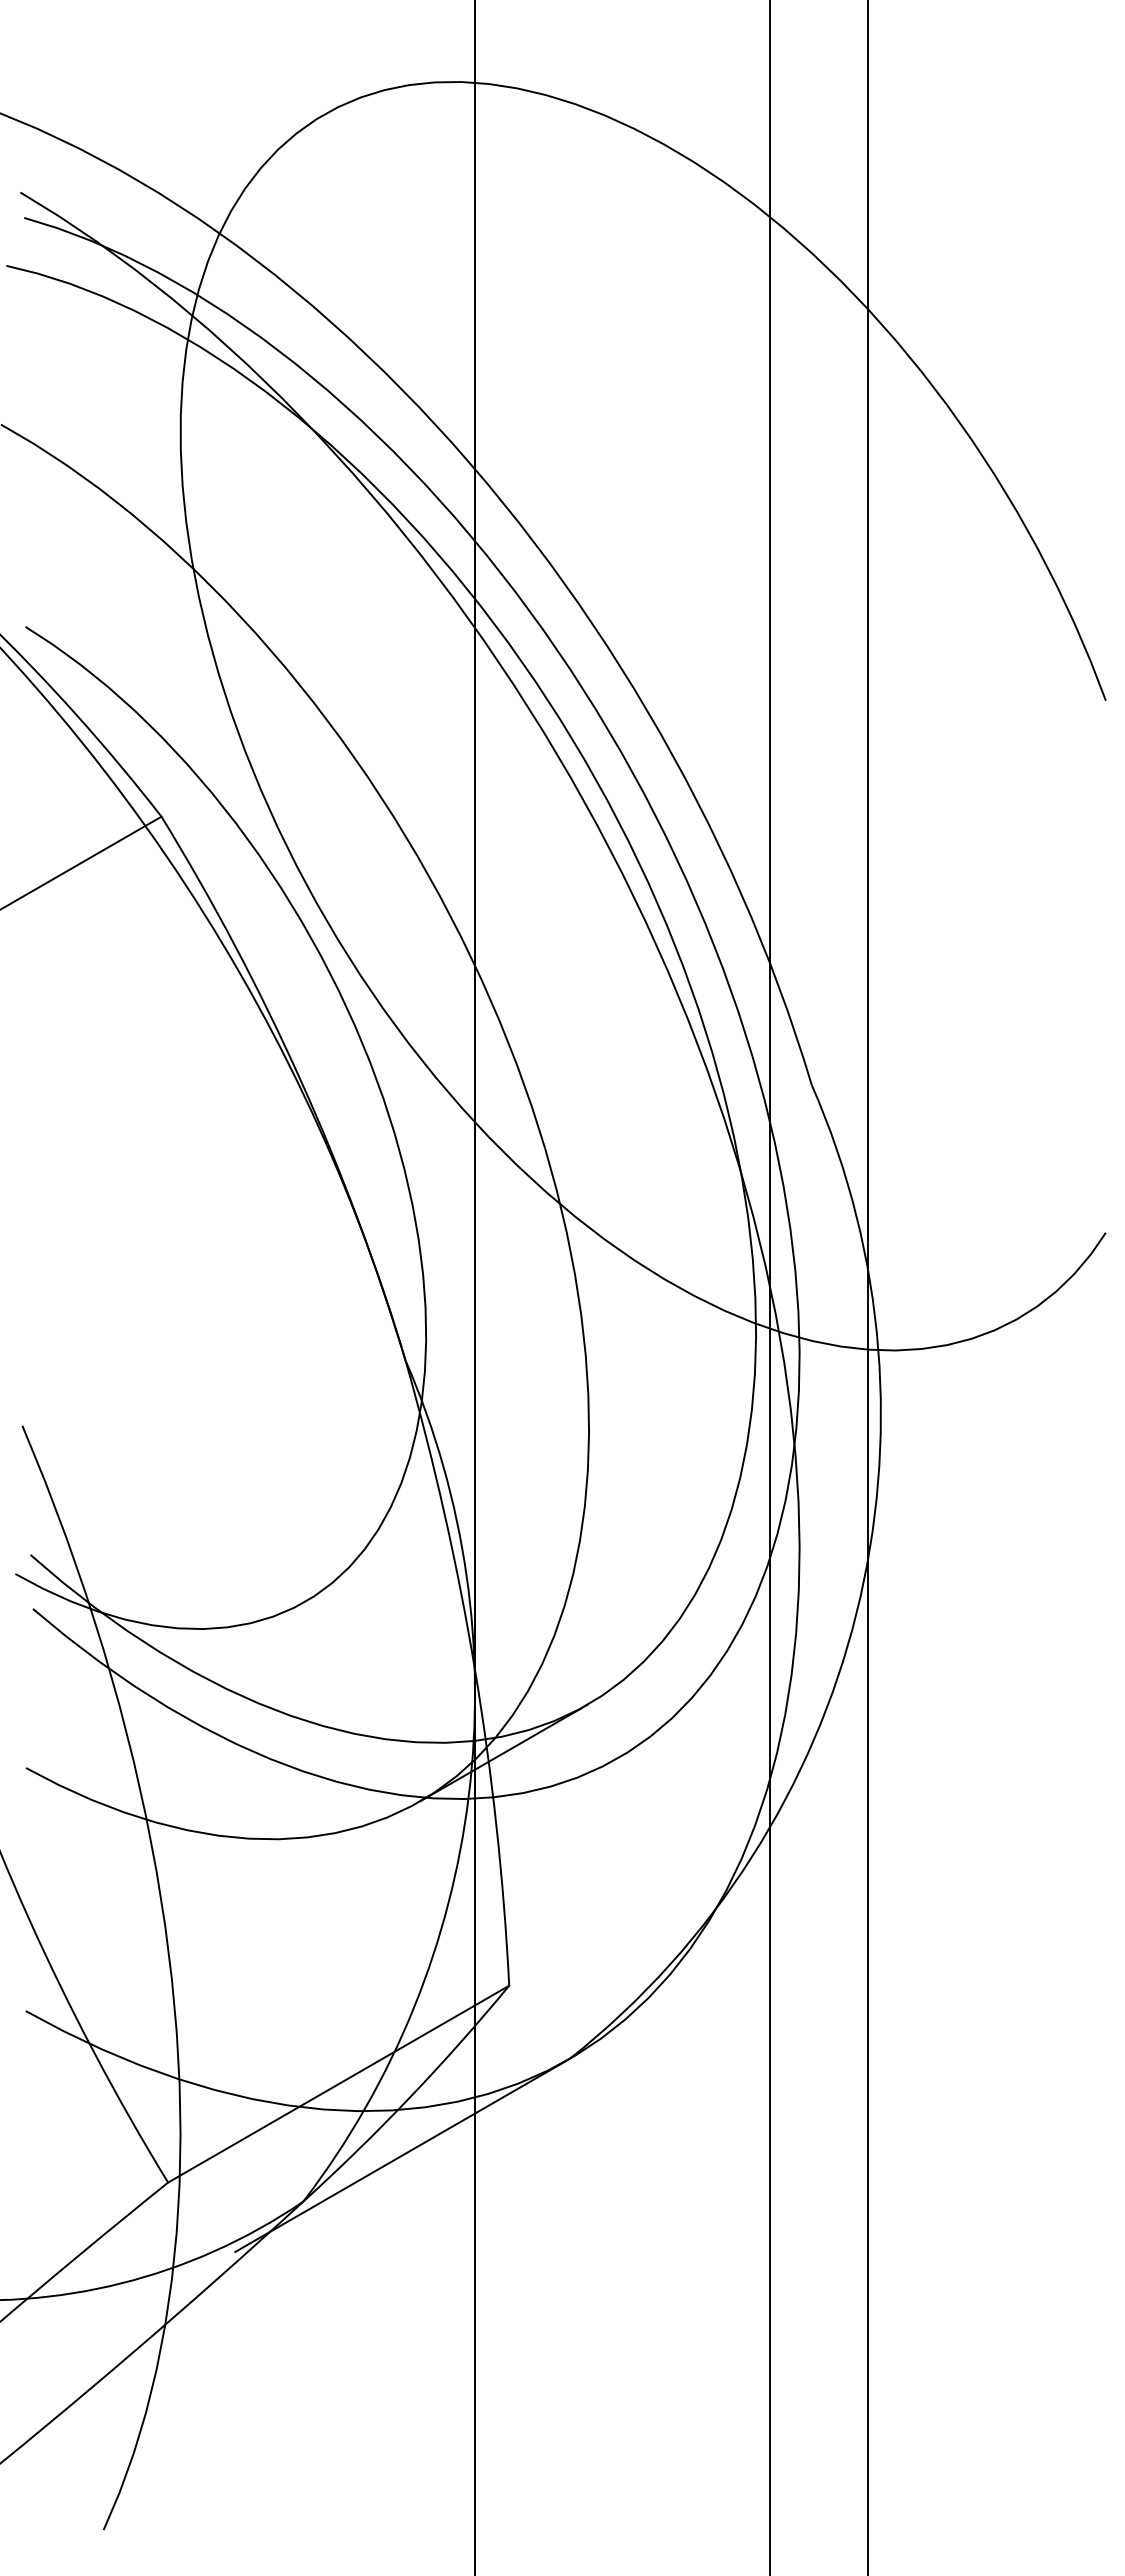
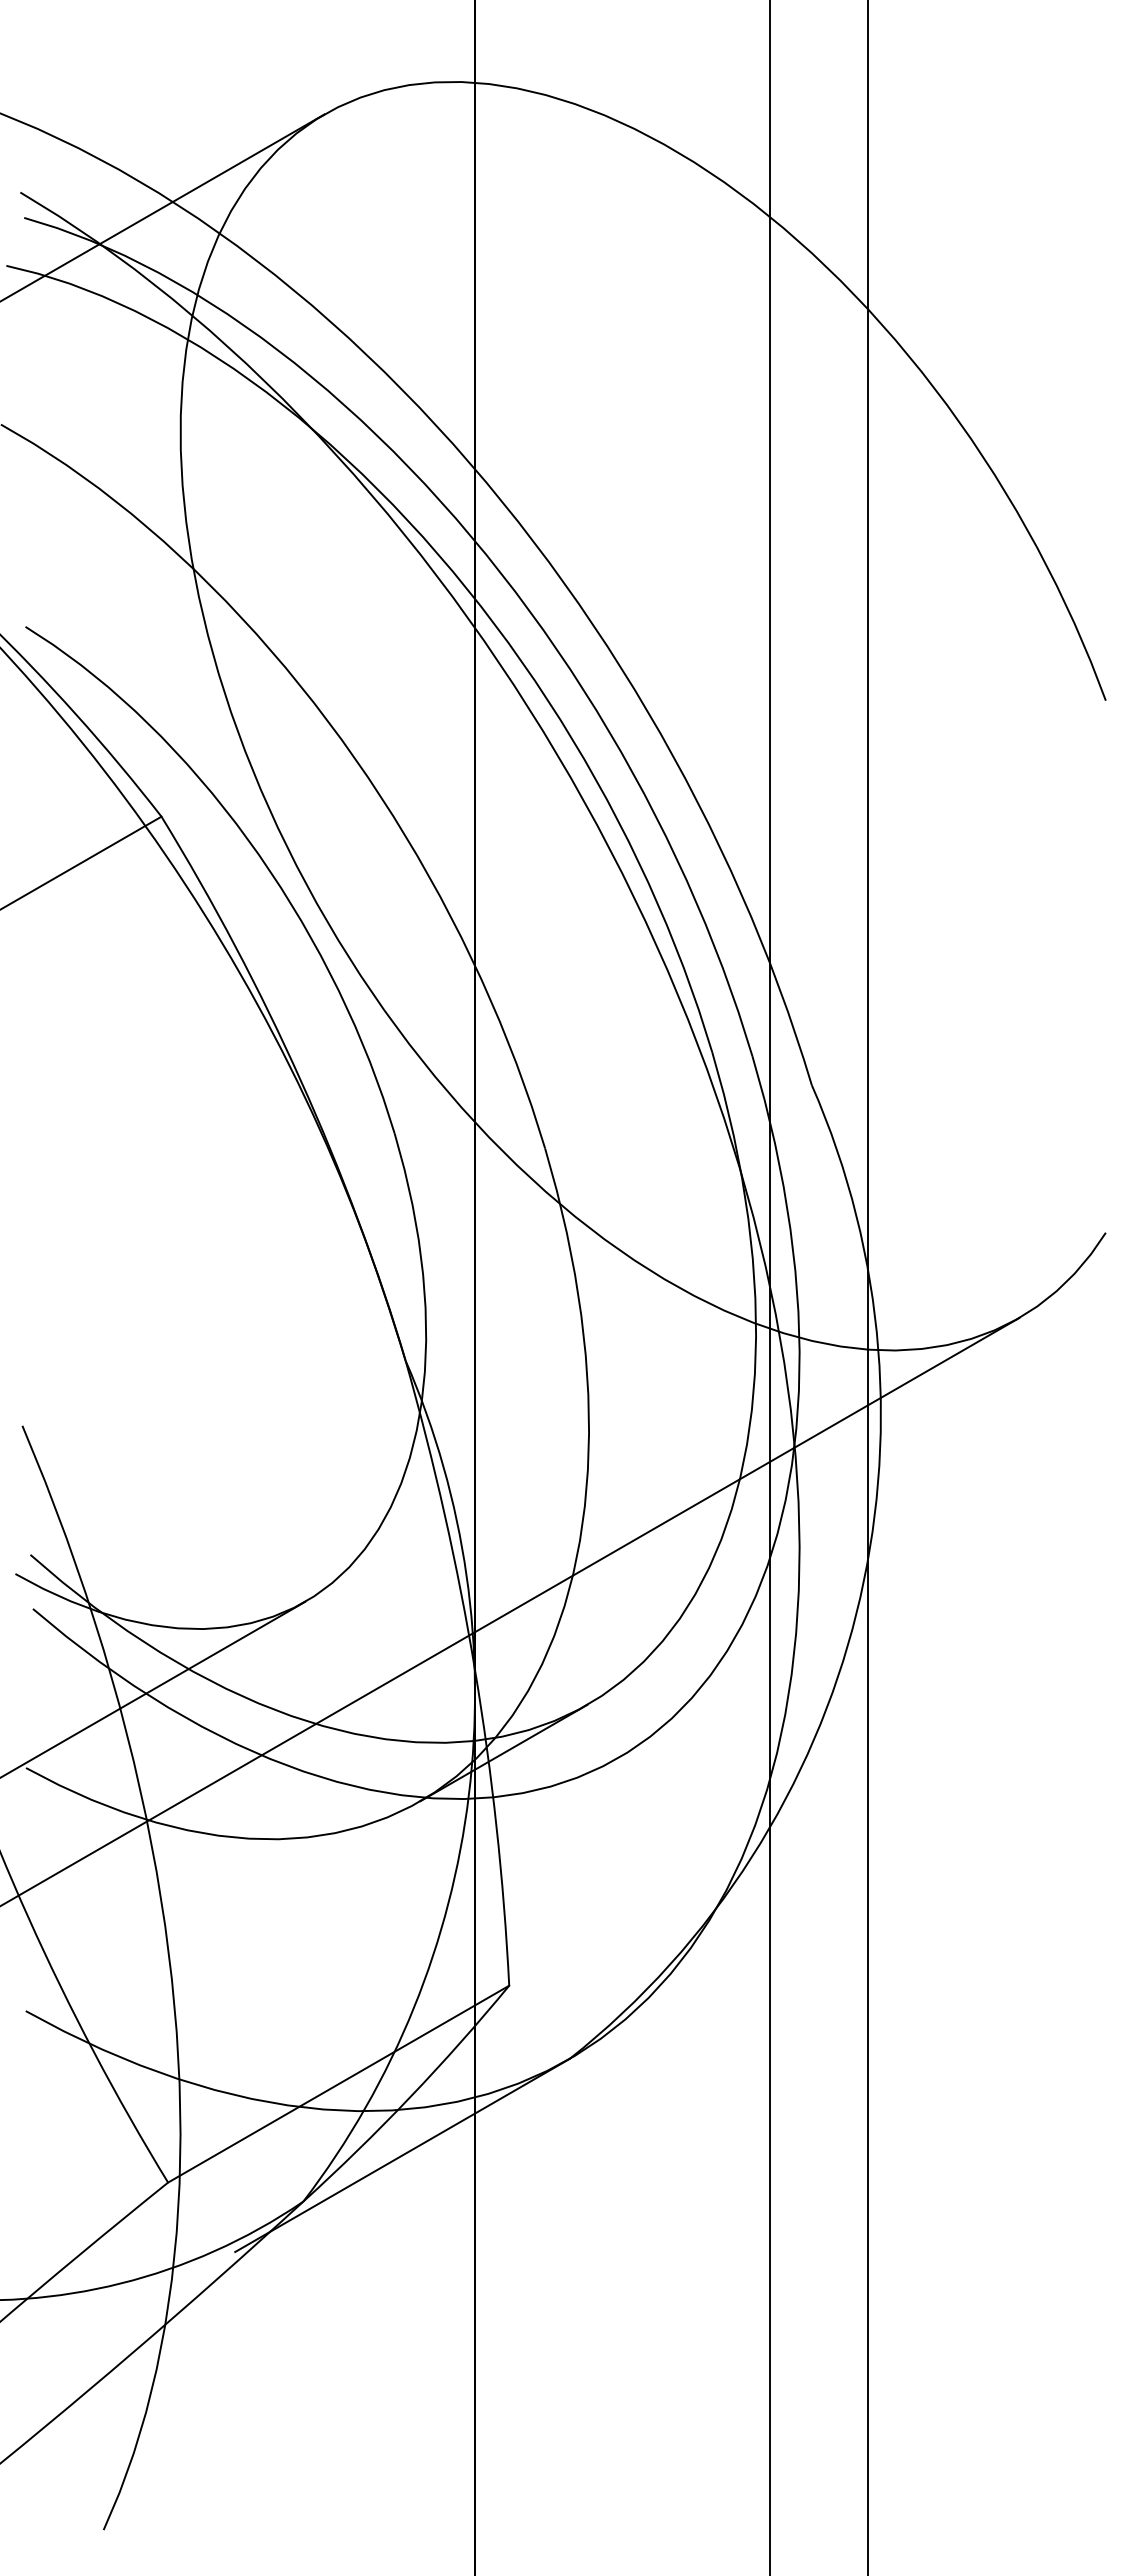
line at (163, 207): none -> present
line at (510, 1611): none -> present
line at (153, 1688): none -> present
